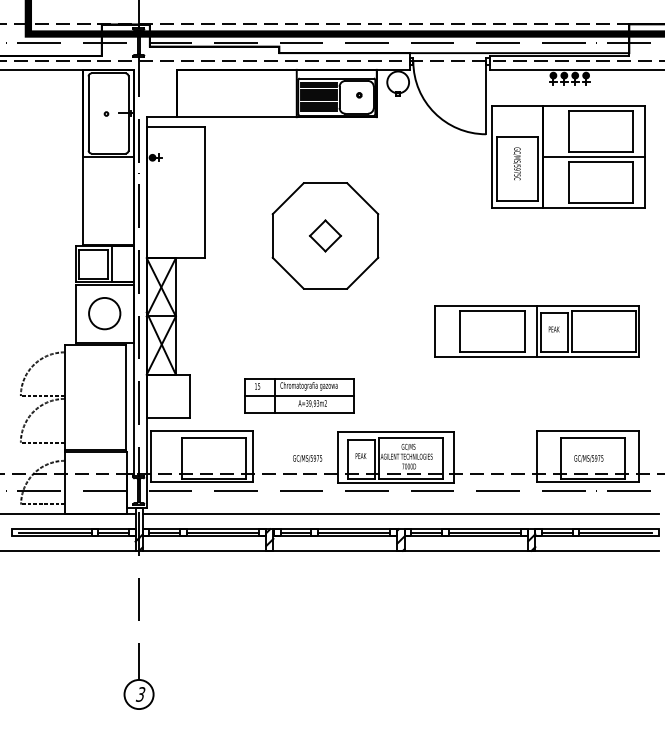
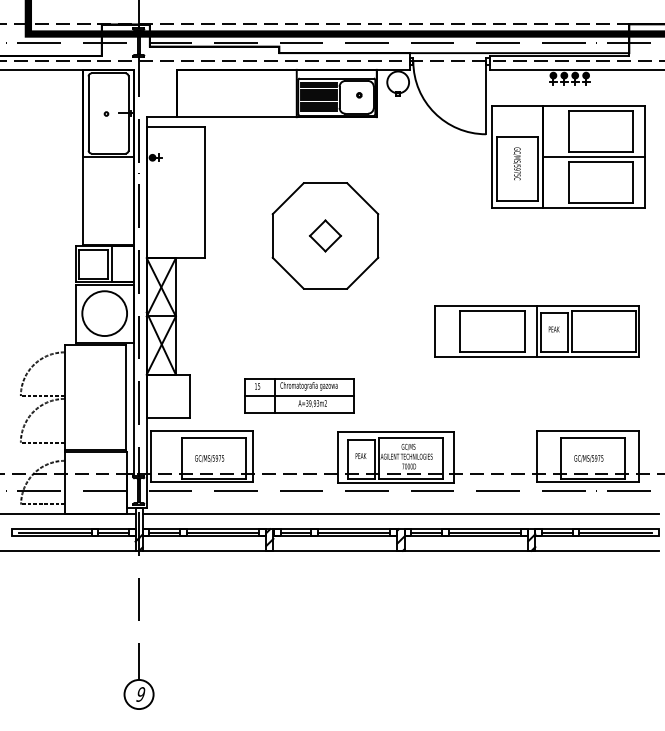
circle at (104, 313) diameter: 31 px -> 45 px
text at (307, 458) position: (307, 458) -> (209, 458)
text at (140, 694): 3 -> 9
